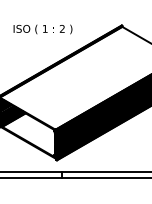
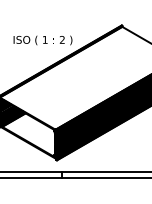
text at (42, 29) position: (42, 29) -> (42, 40)
